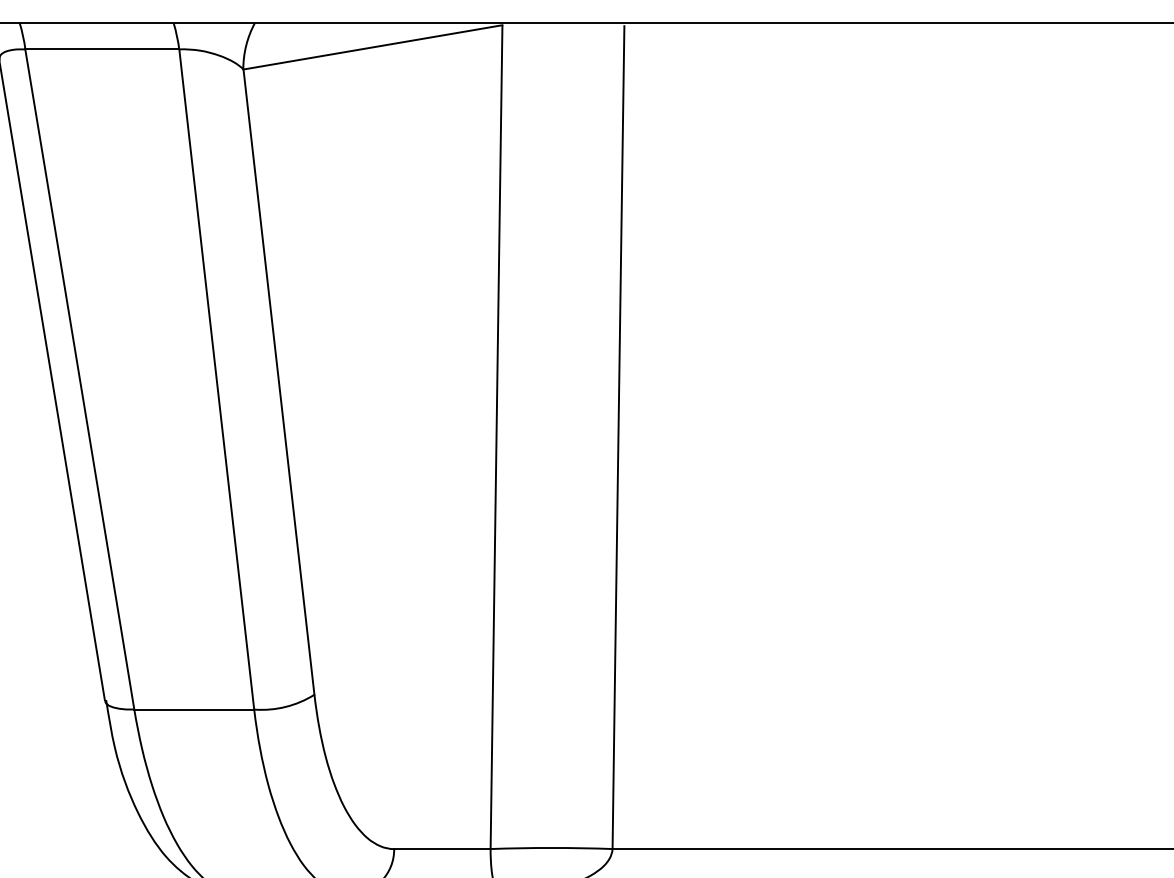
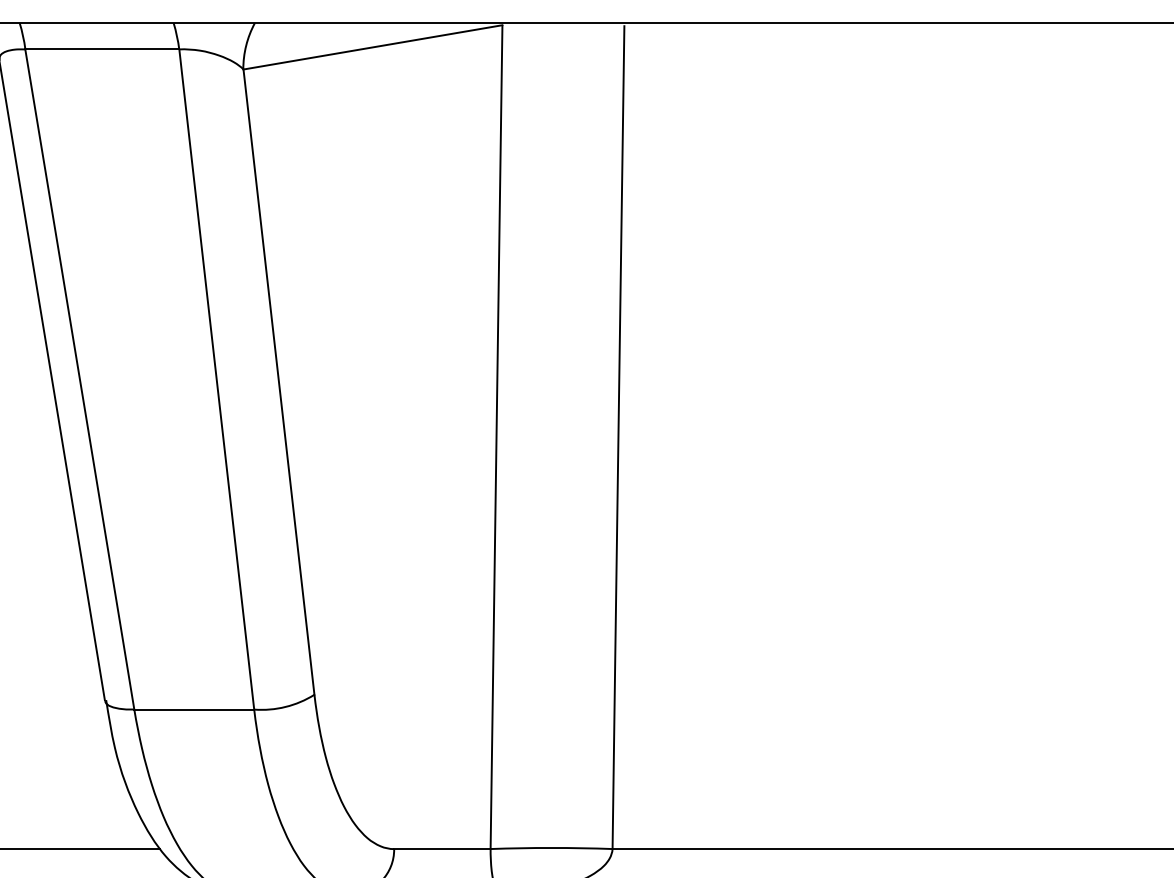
line at (81, 849): none -> present
